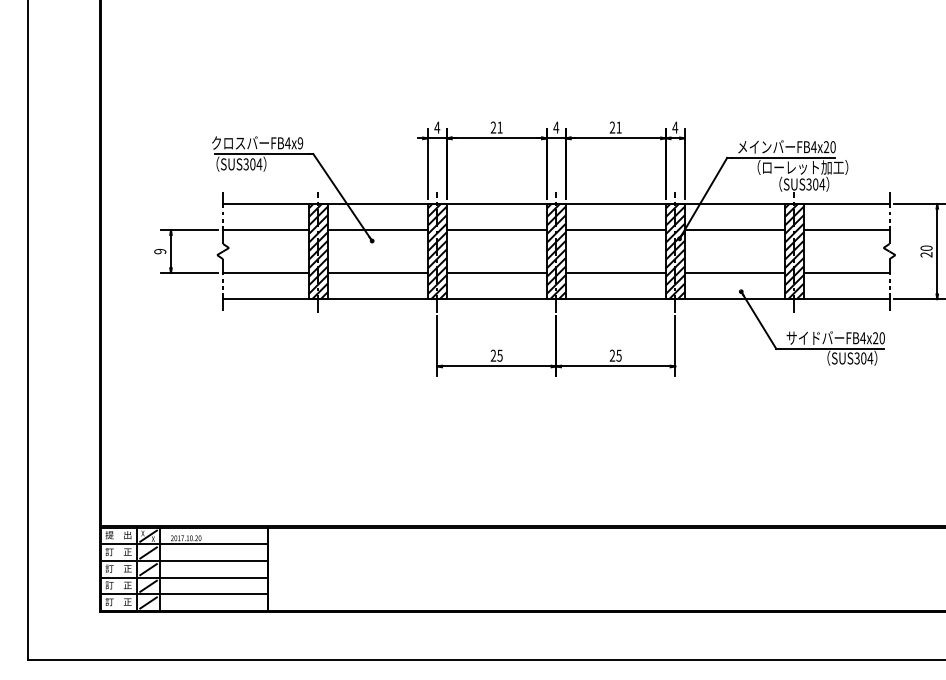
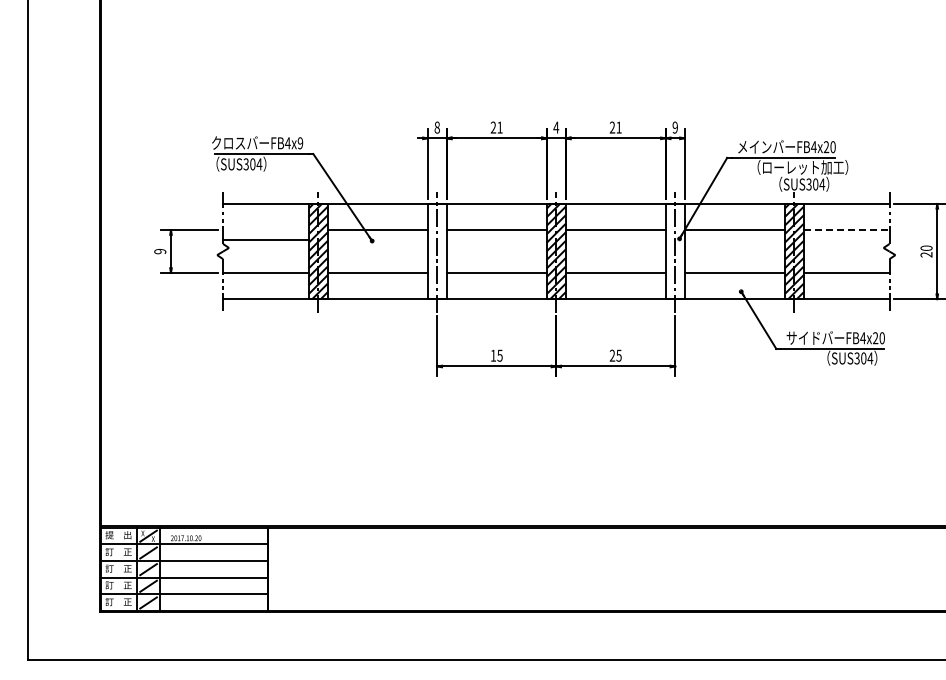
text at (437, 127): 4 -> 8
text at (675, 127): 4 -> 9
line at (265, 230) position: (265, 230) -> (265, 240)
line at (846, 230): solid -> dashed
hatch at (436, 251): present -> none
hatch at (674, 251): present -> none
text at (493, 355): 25 -> 15
